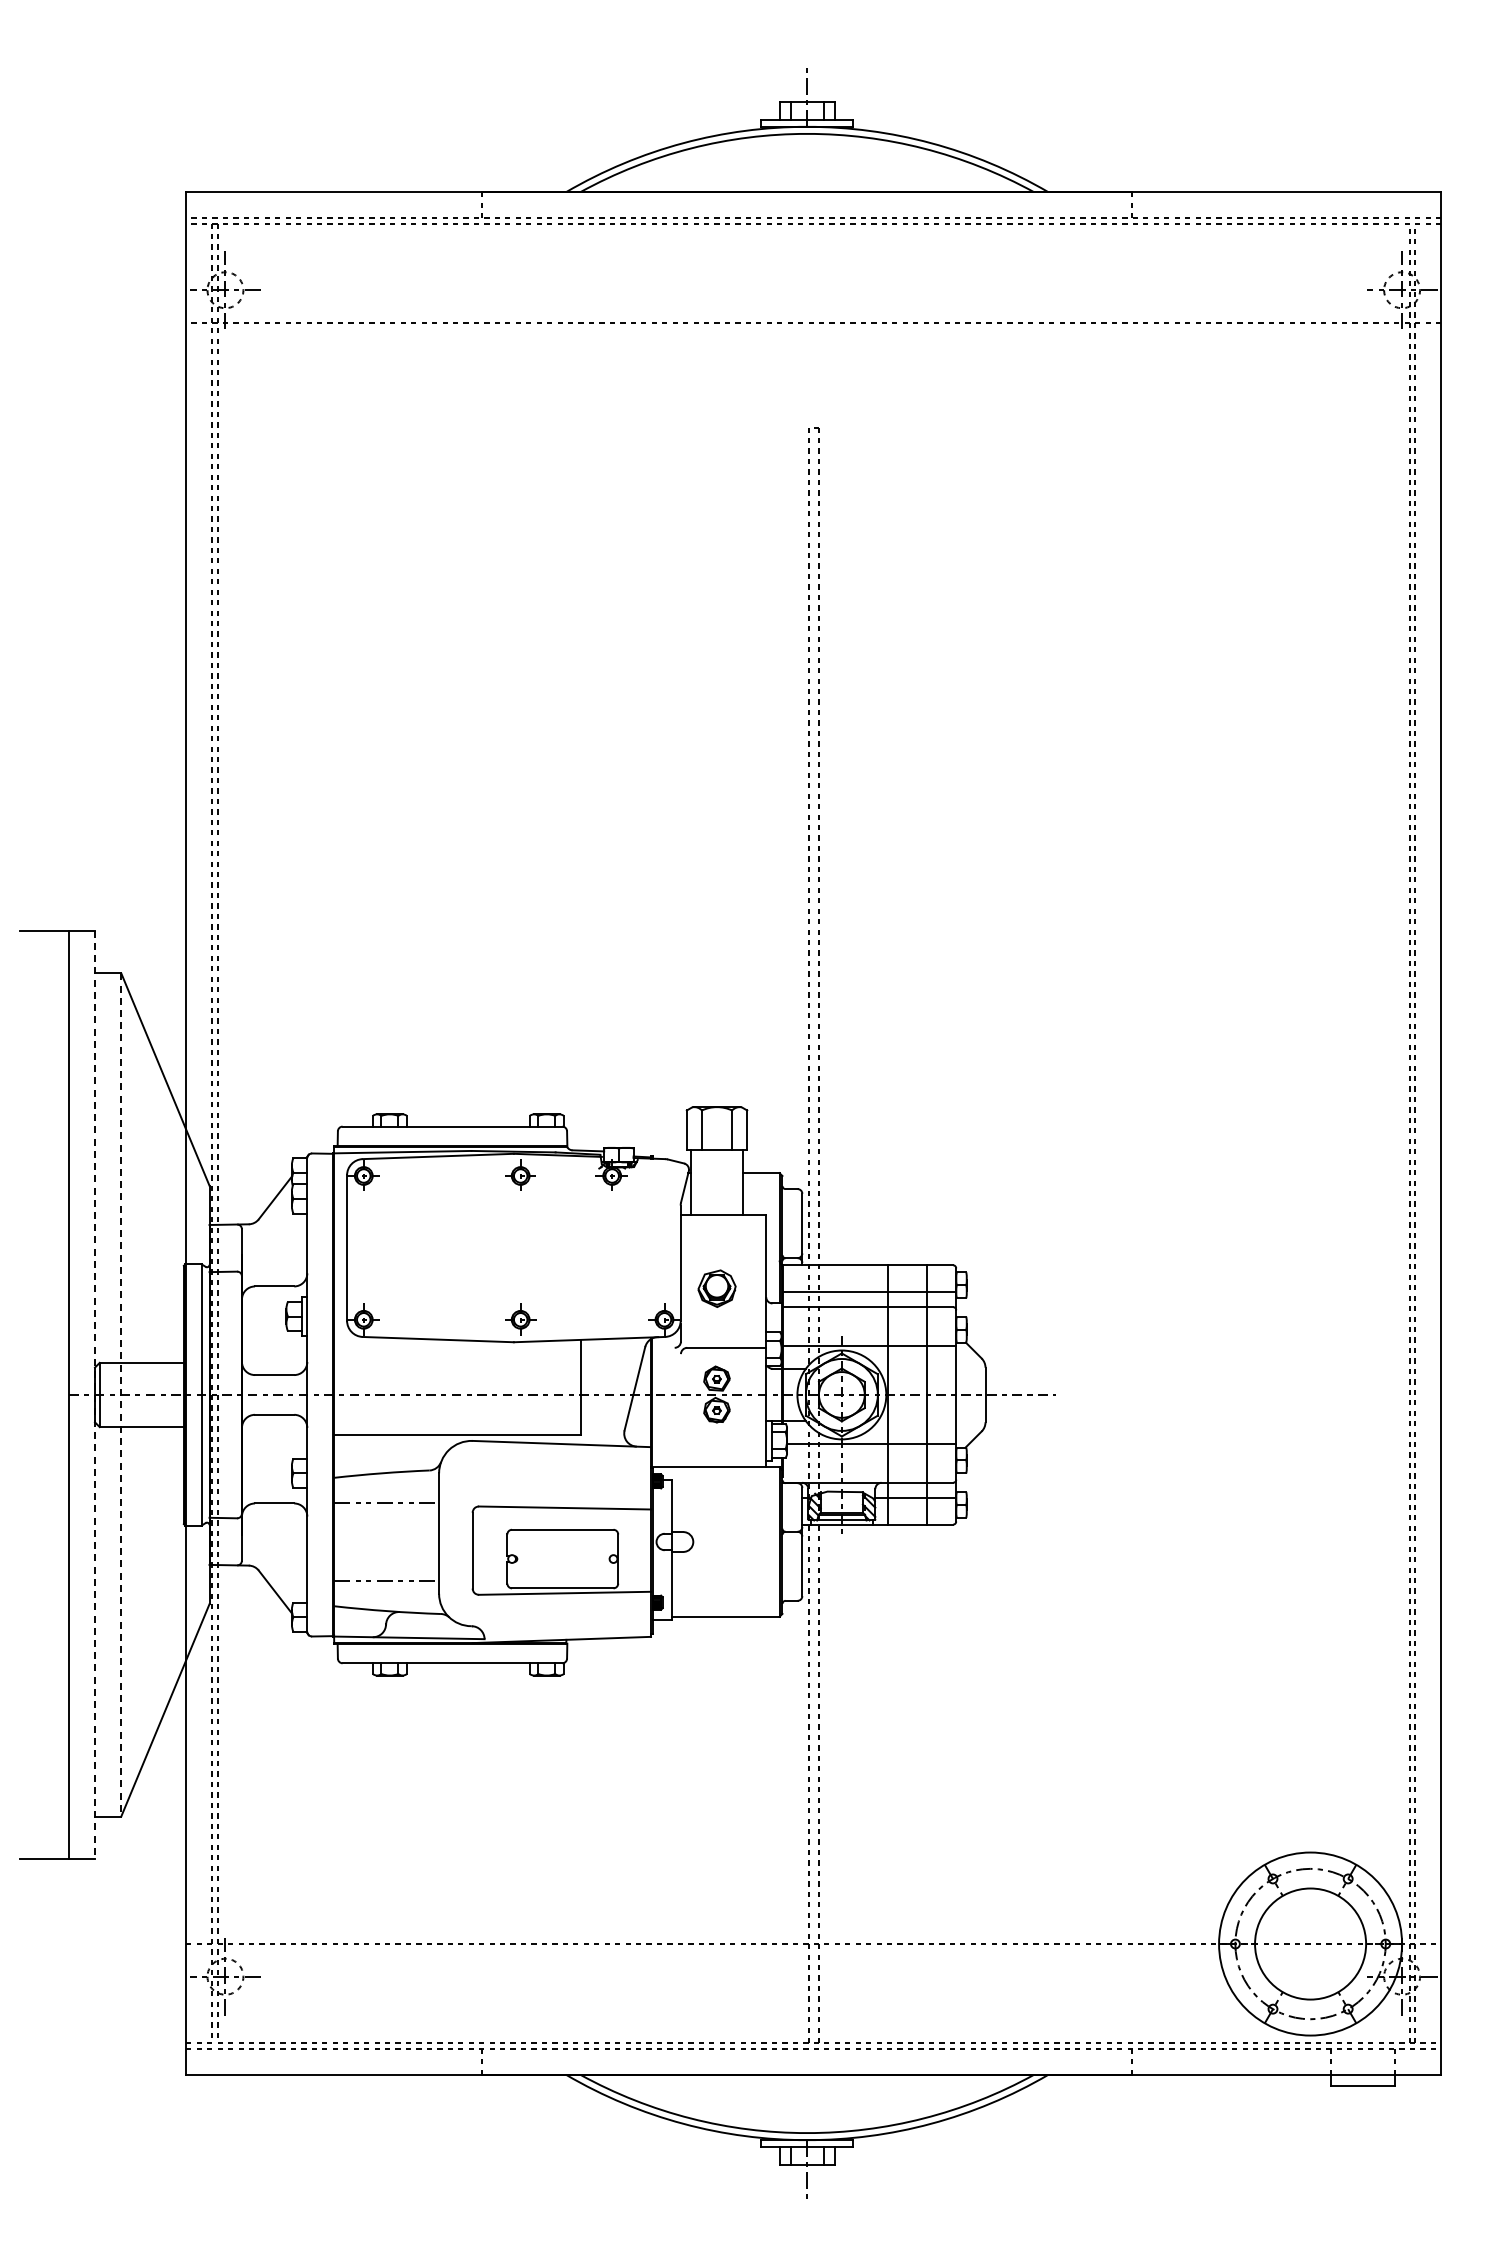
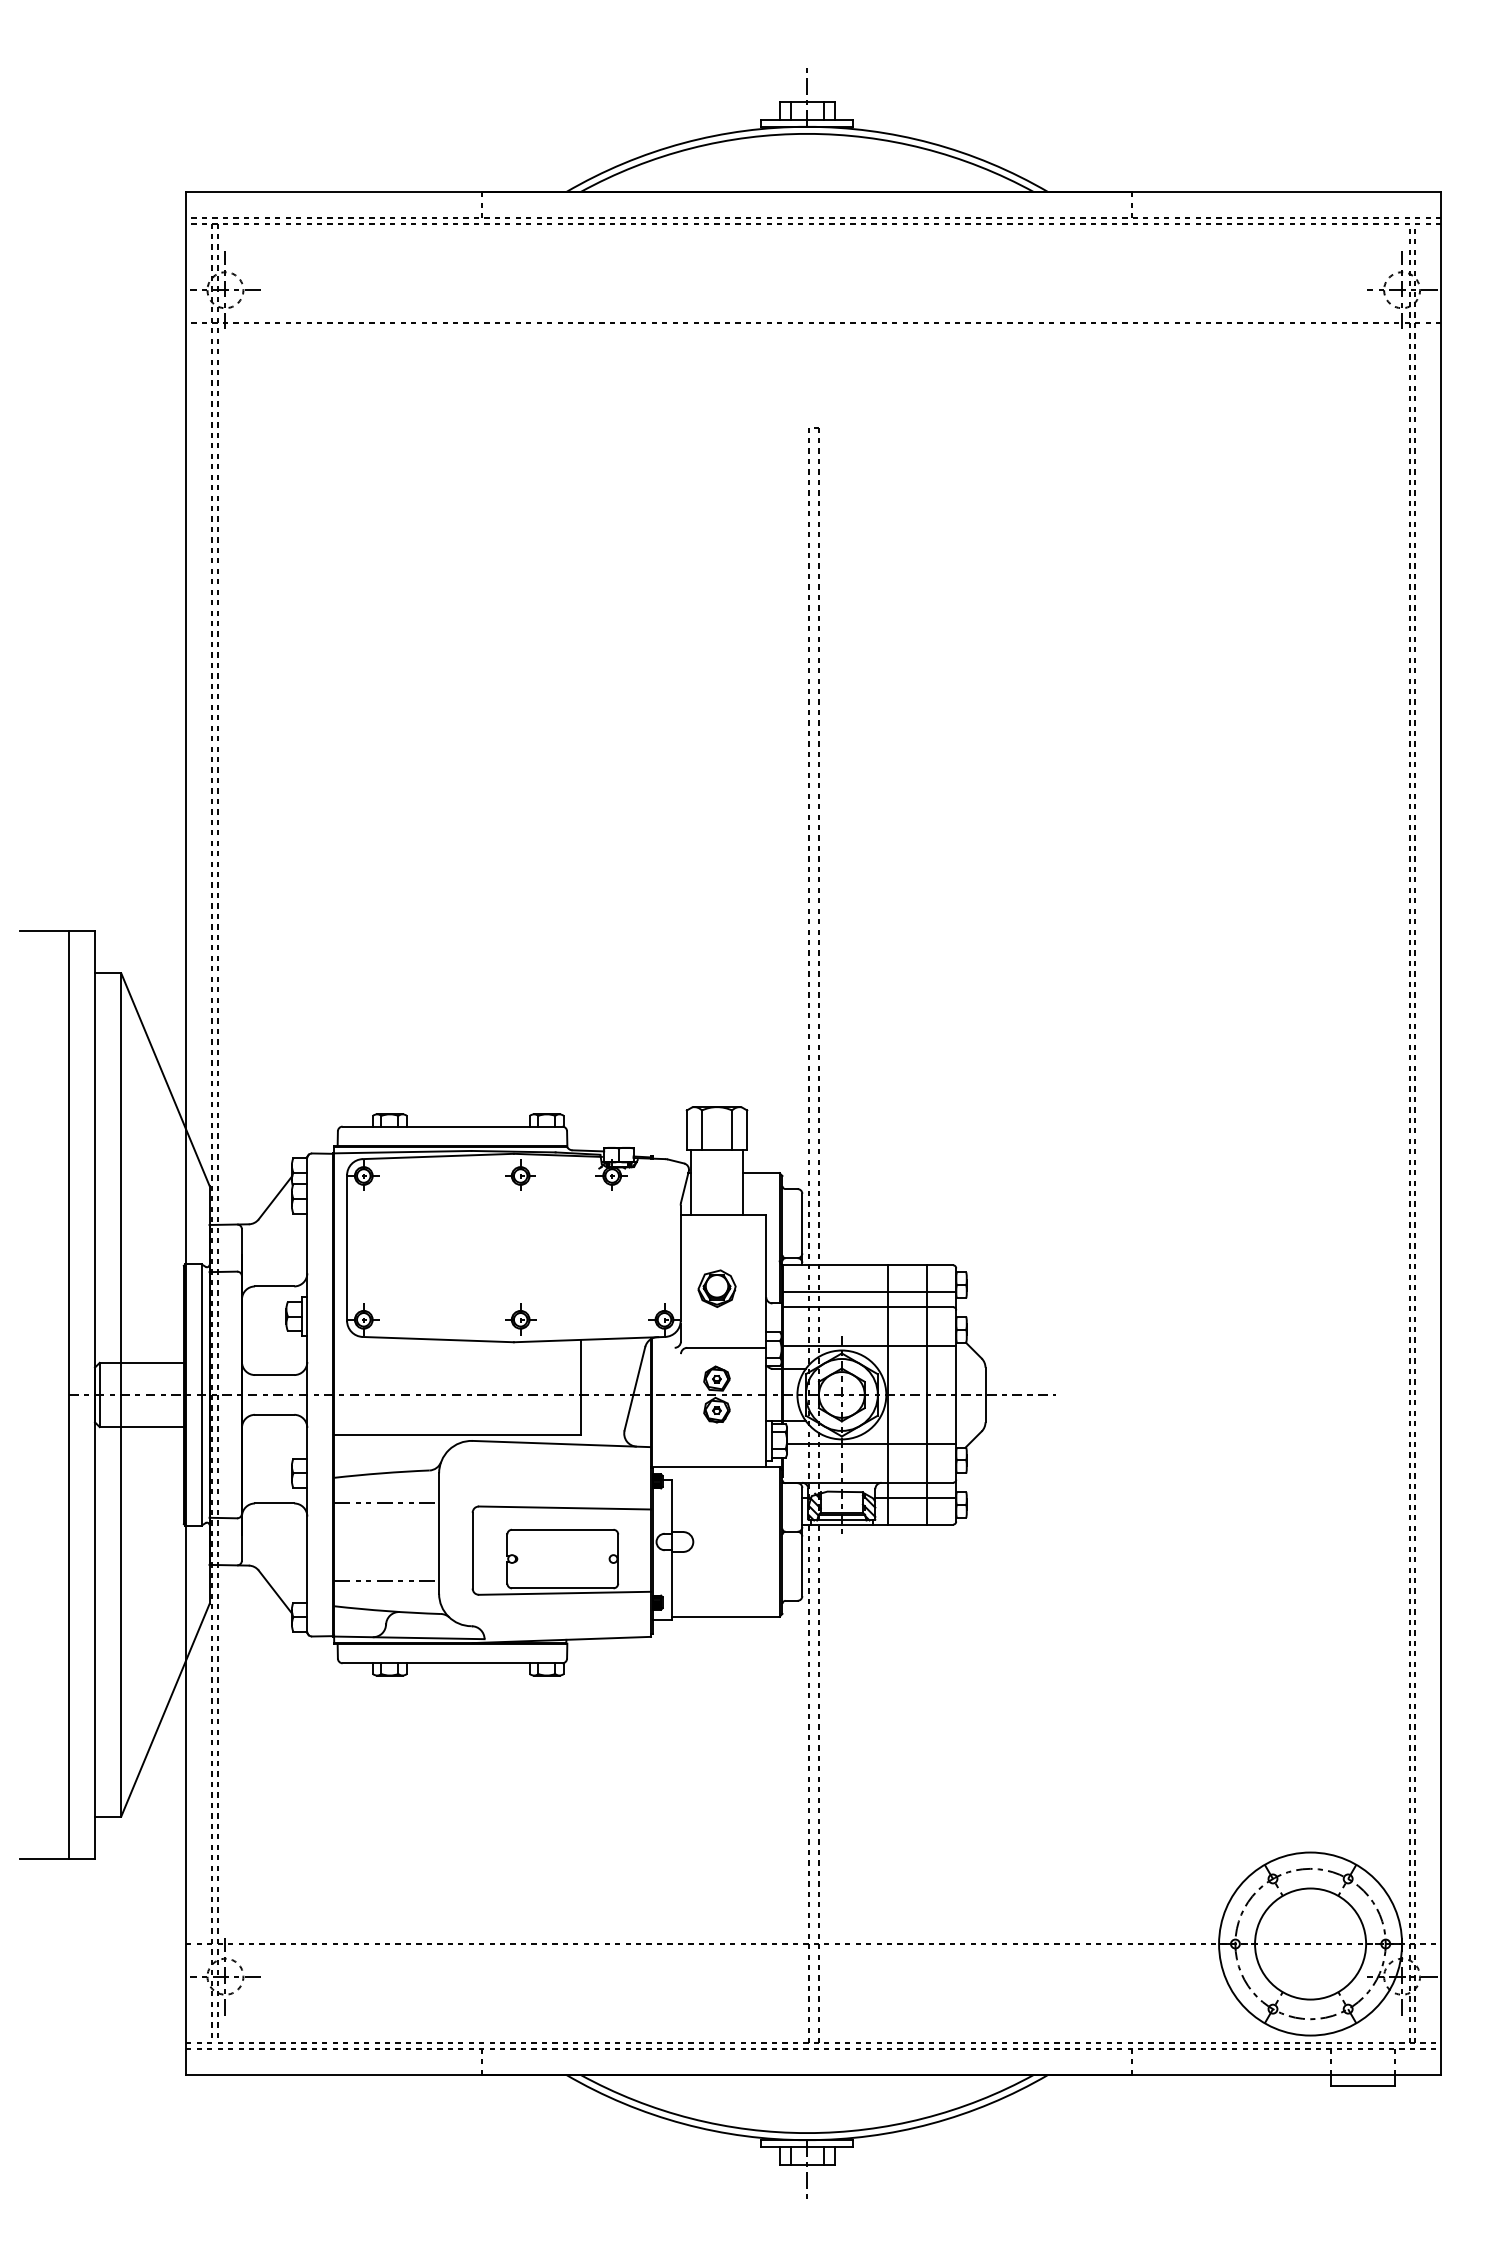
line at (121, 1394): dashed -> solid
line at (95, 1395): dashed -> solid
